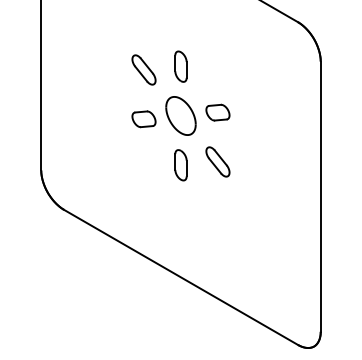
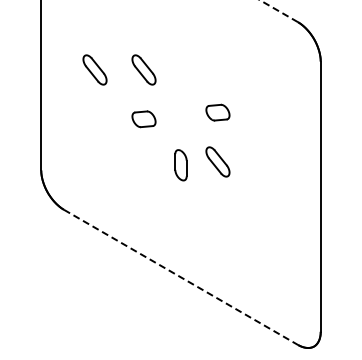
line at (279, 11): solid -> dashed
part at (180, 66): present -> none
part at (94, 69): none -> present
part at (180, 115): present -> none
line at (181, 277): solid -> dashed
